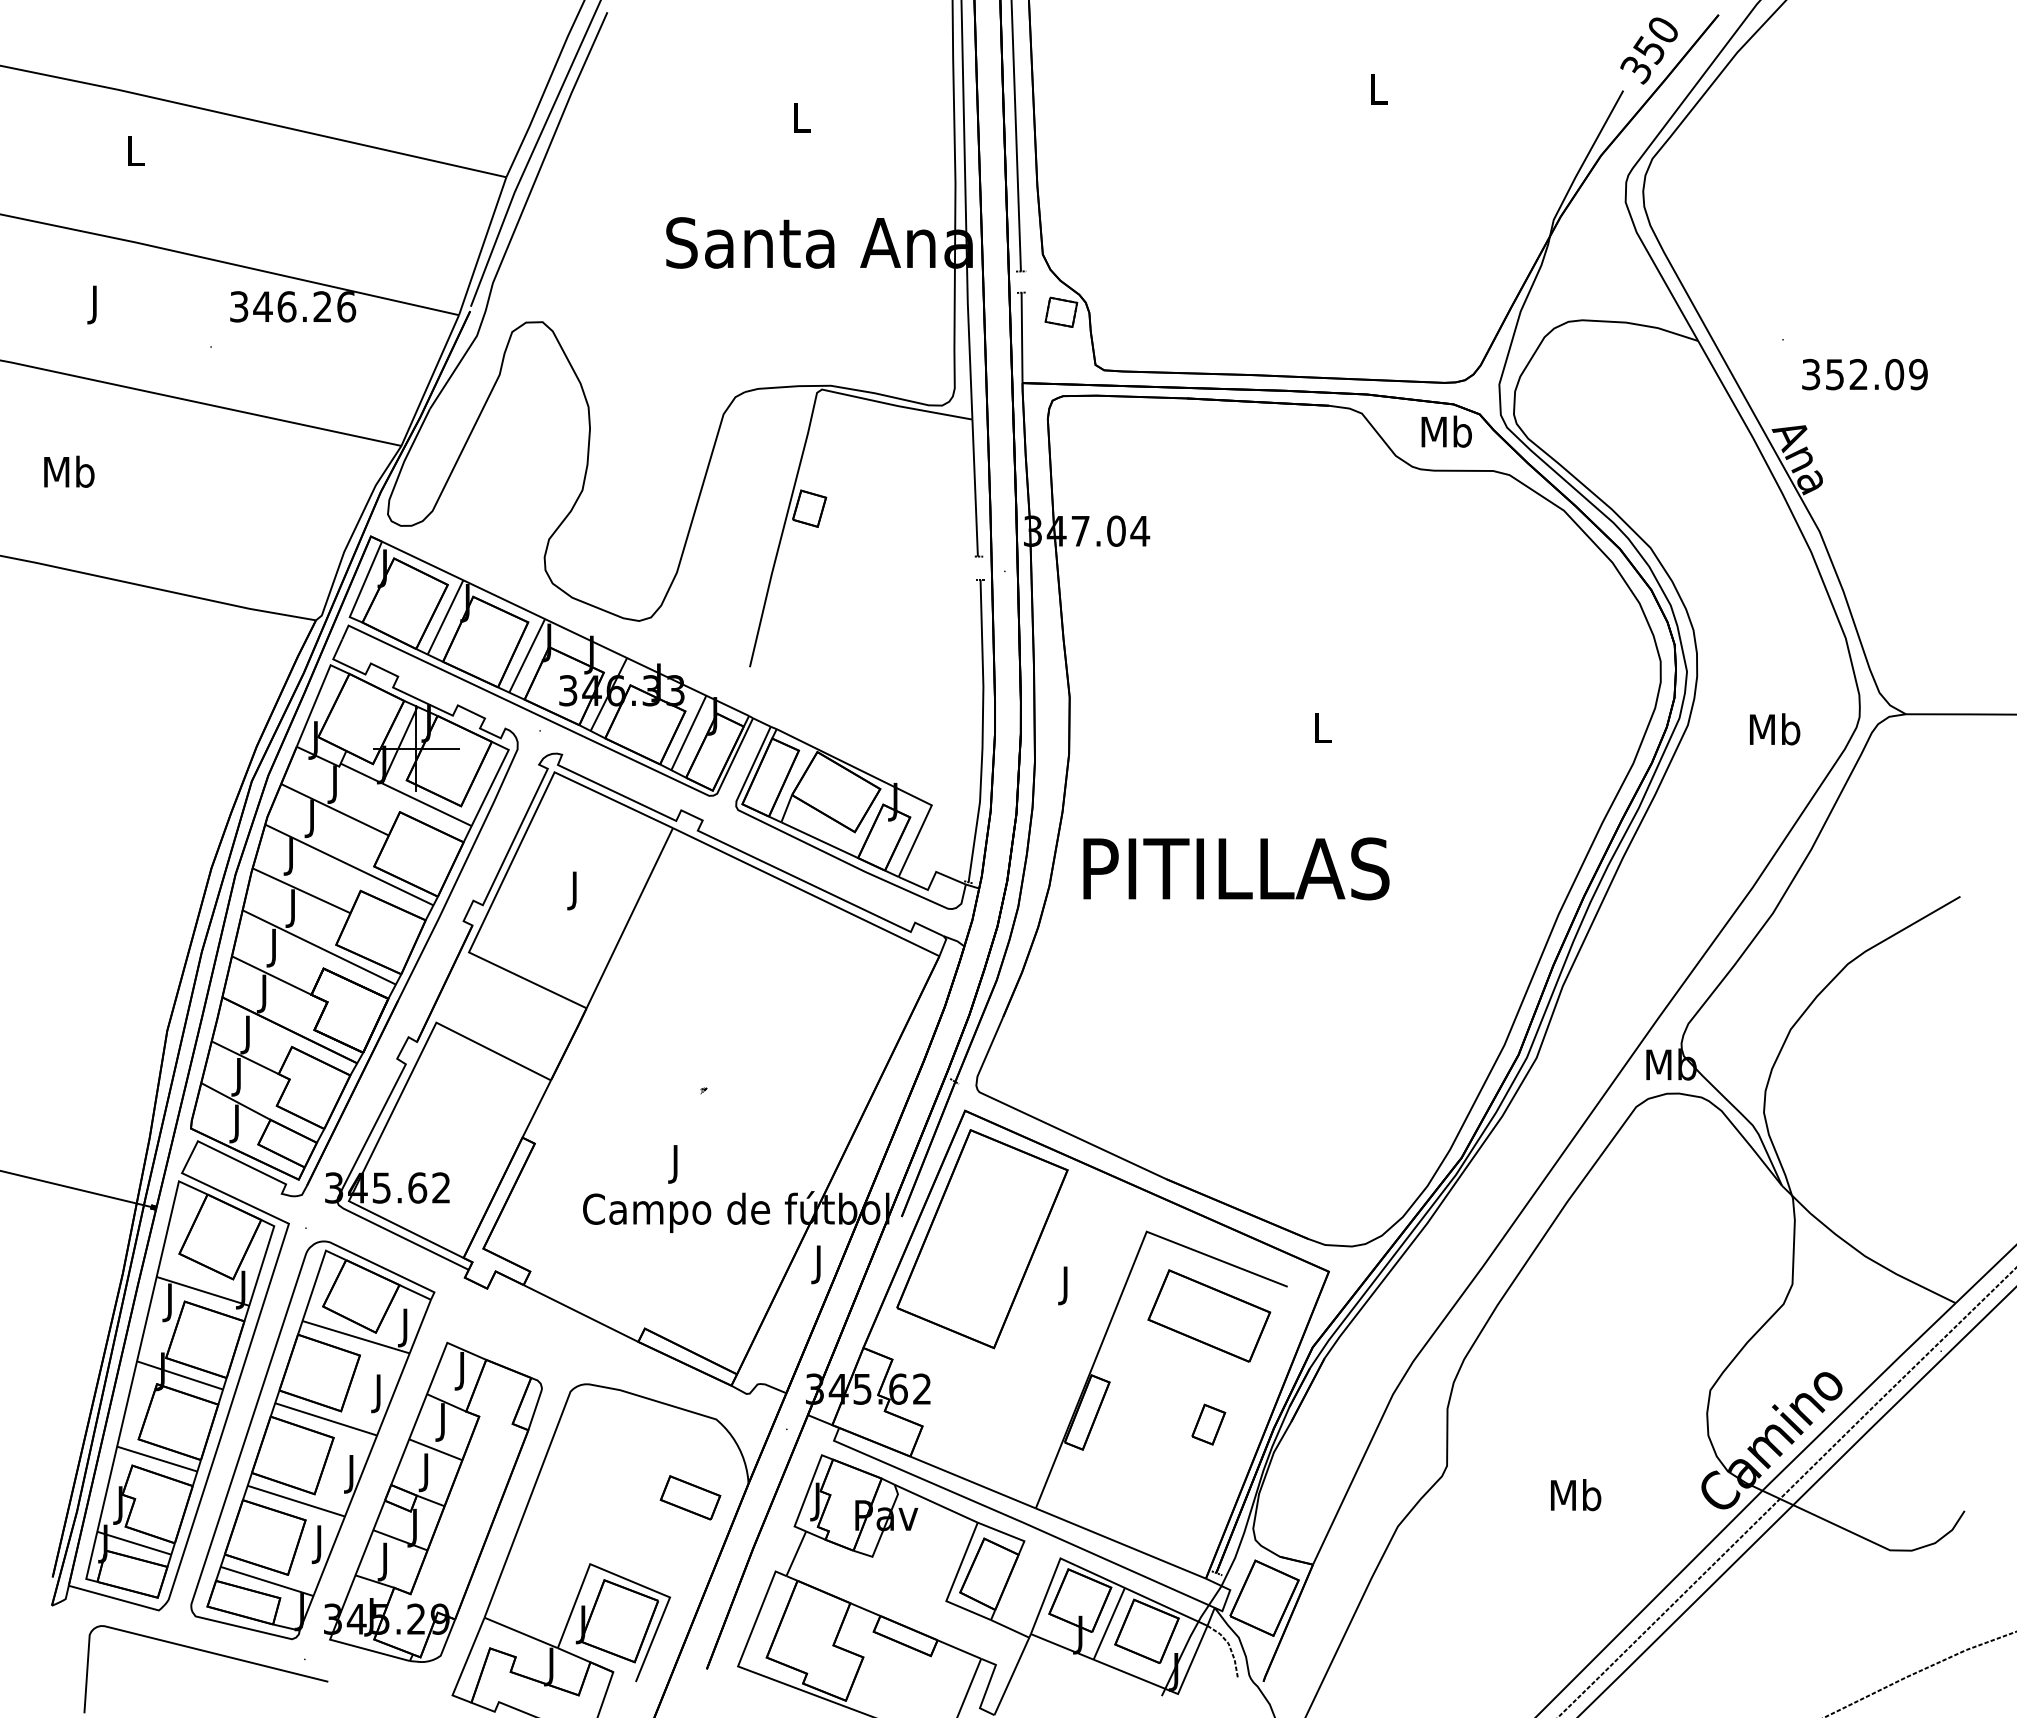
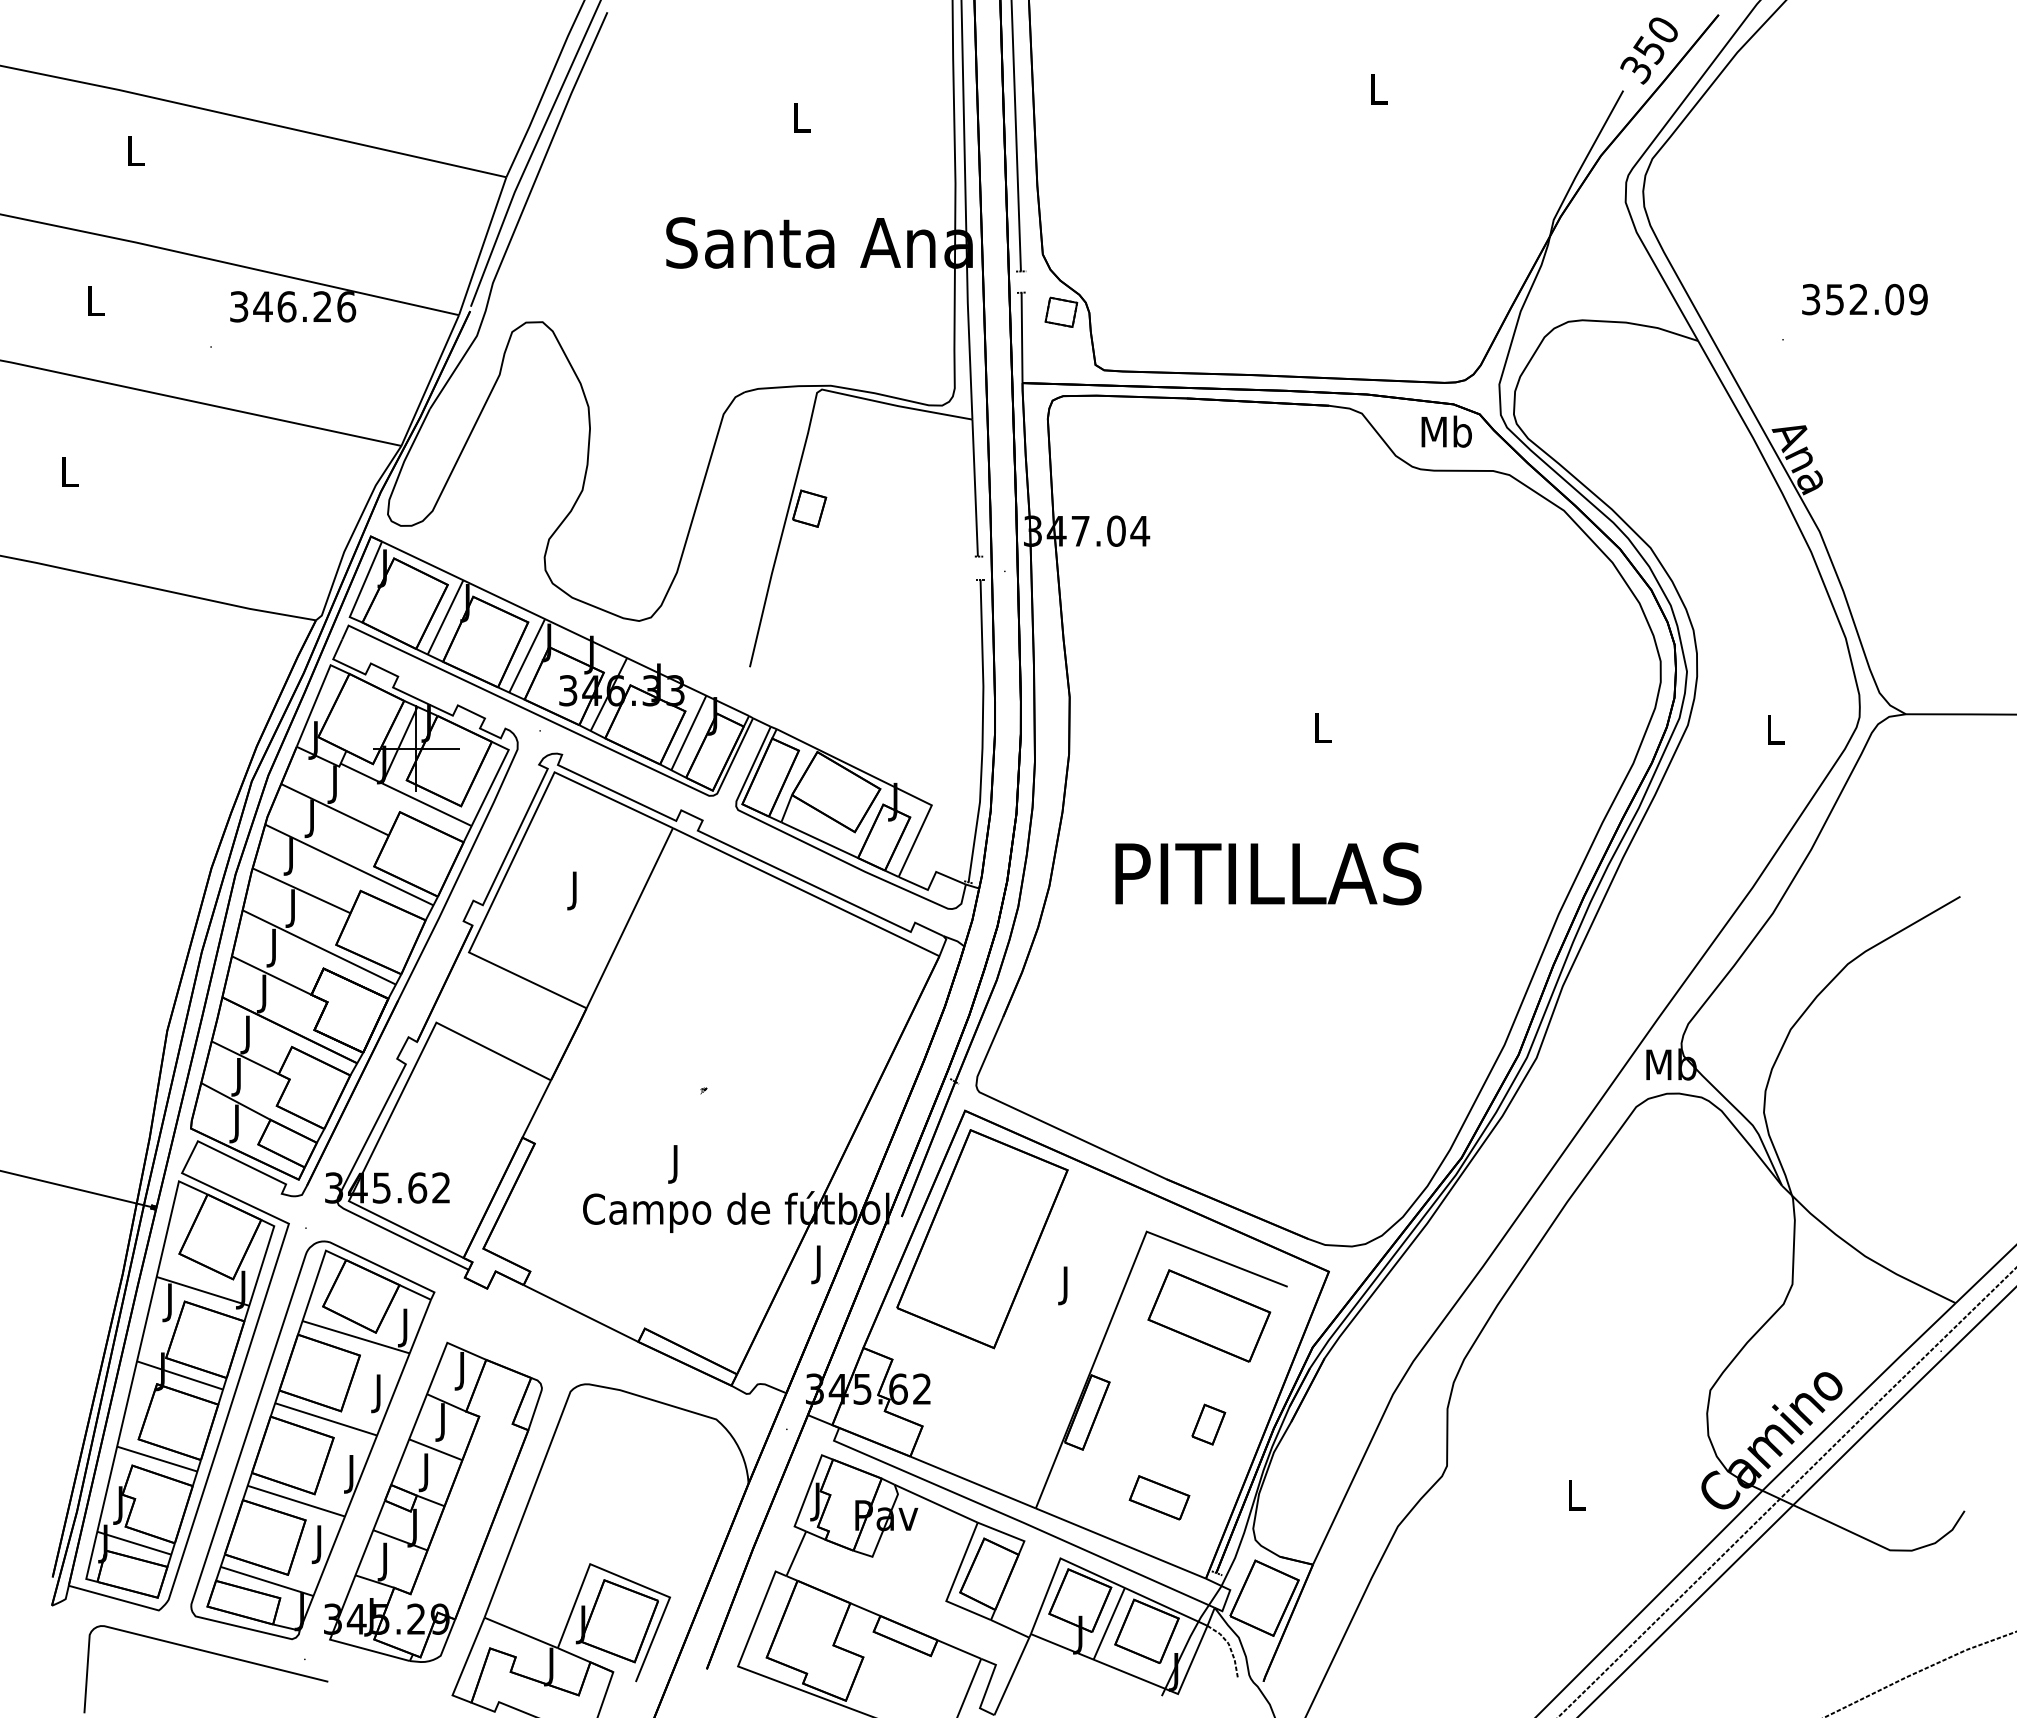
text at (95, 304): J -> L
text at (1864, 374) position: (1864, 374) -> (1864, 299)
text at (69, 471): Mb -> L
text at (1775, 729): Mb -> L
text at (1236, 868) position: (1236, 868) -> (1268, 873)
text at (1576, 1495): Mb -> L
part at (690, 1497) position: (690, 1497) -> (1159, 1497)
